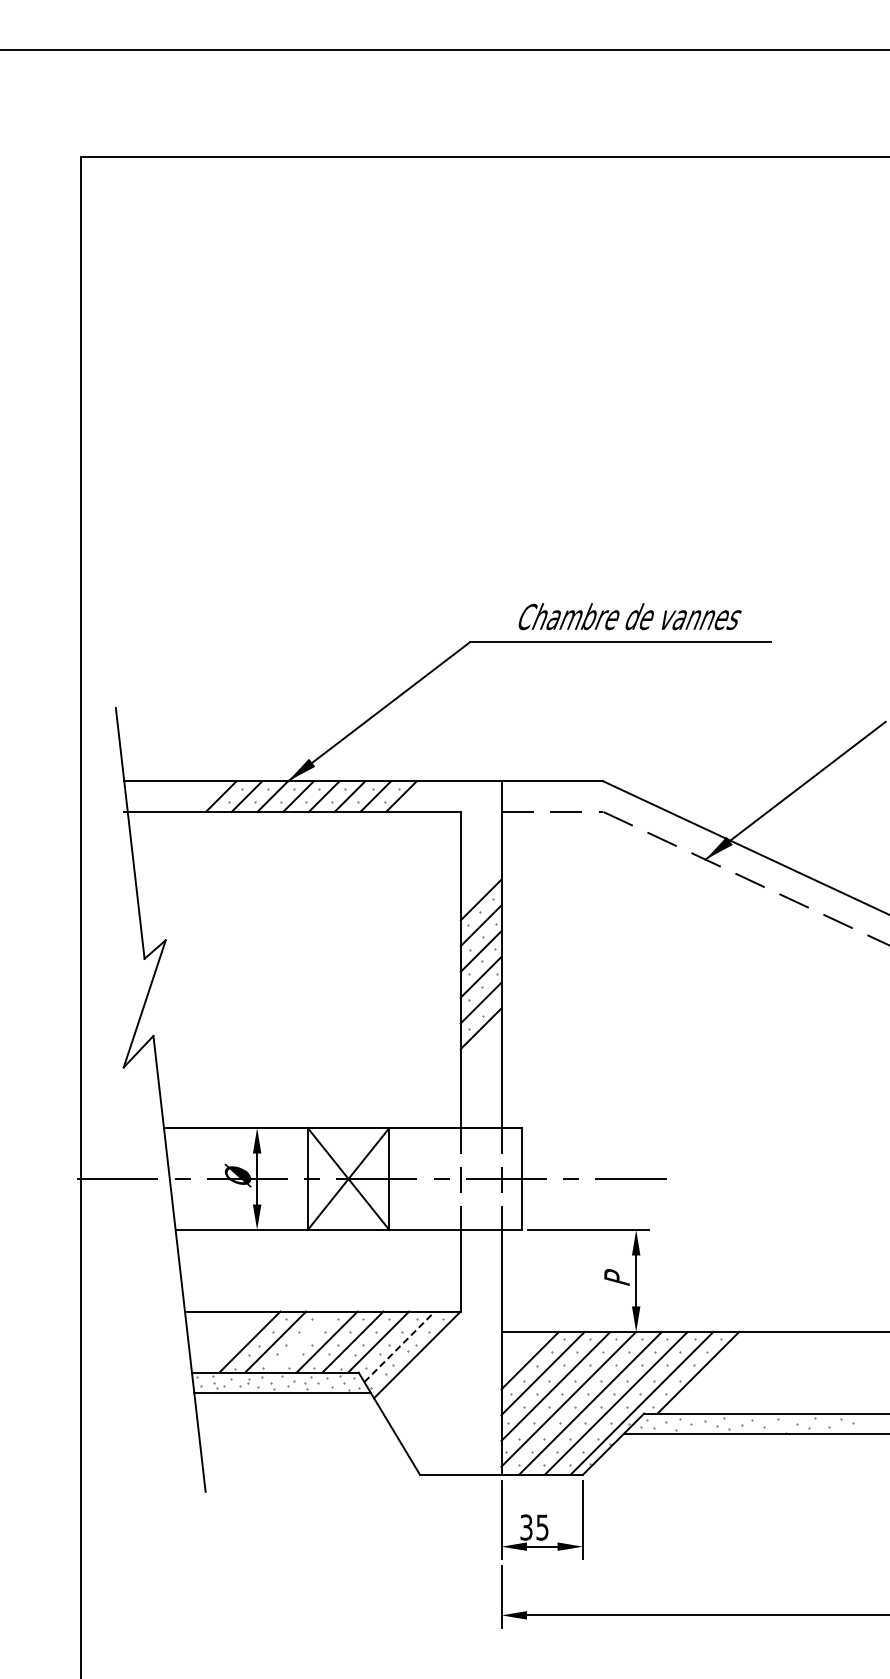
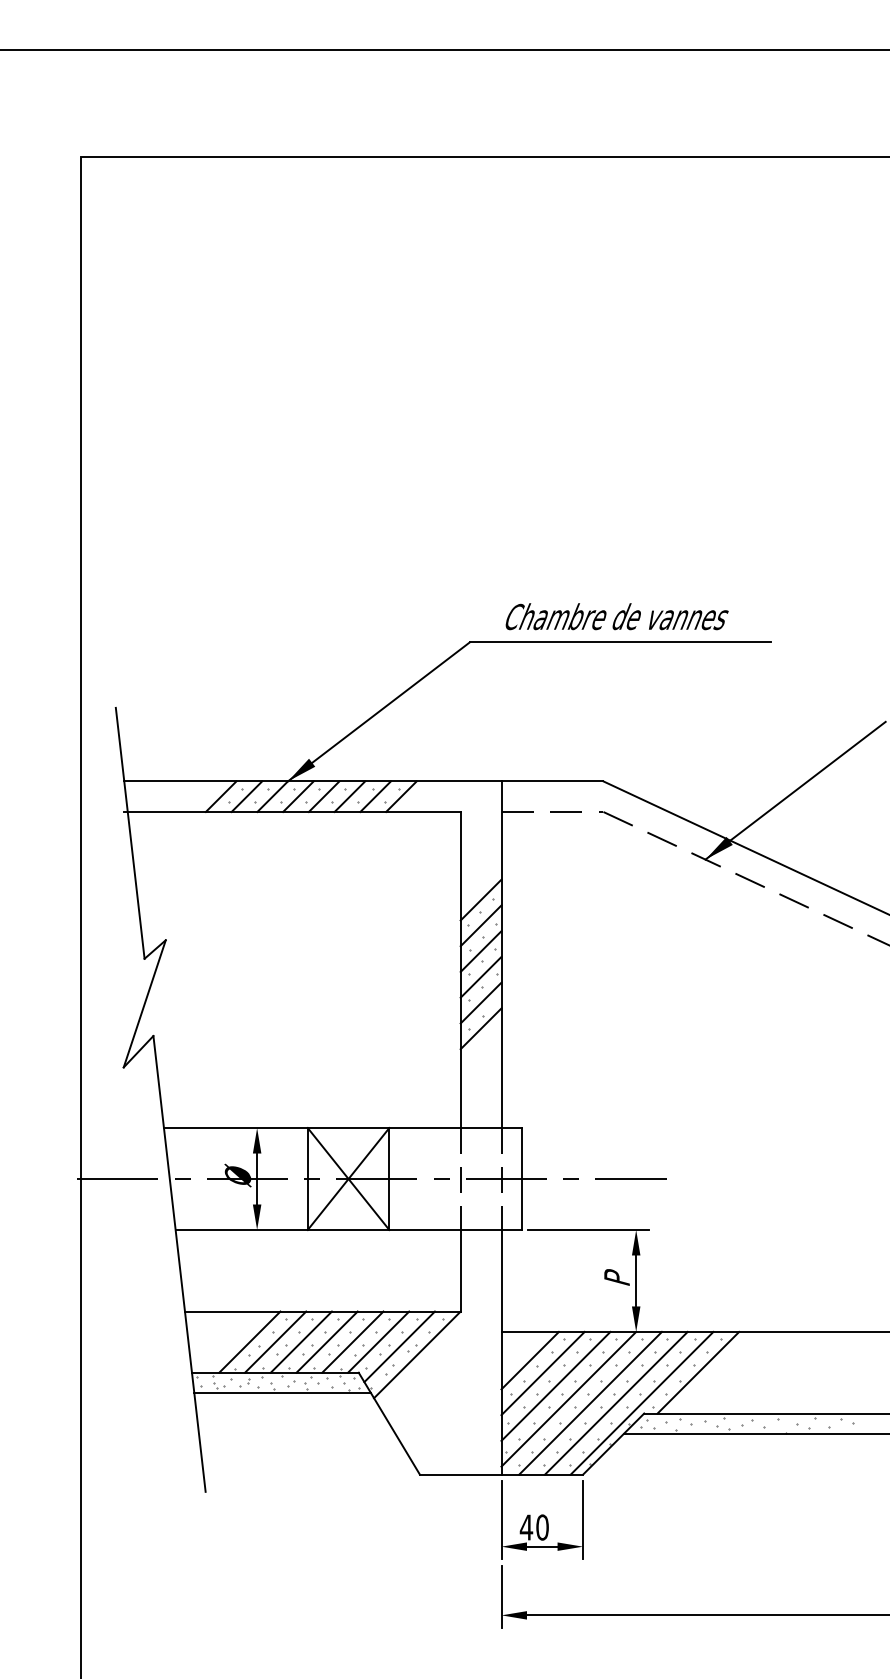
text at (629, 616) position: (629, 616) -> (616, 616)
line at (300, 1341): none -> present
line at (399, 1346): dashed -> solid
text at (533, 1527): 35 -> 40
